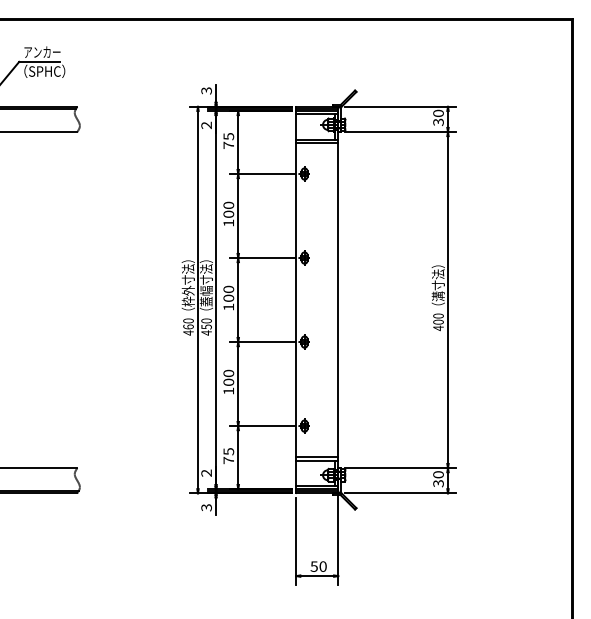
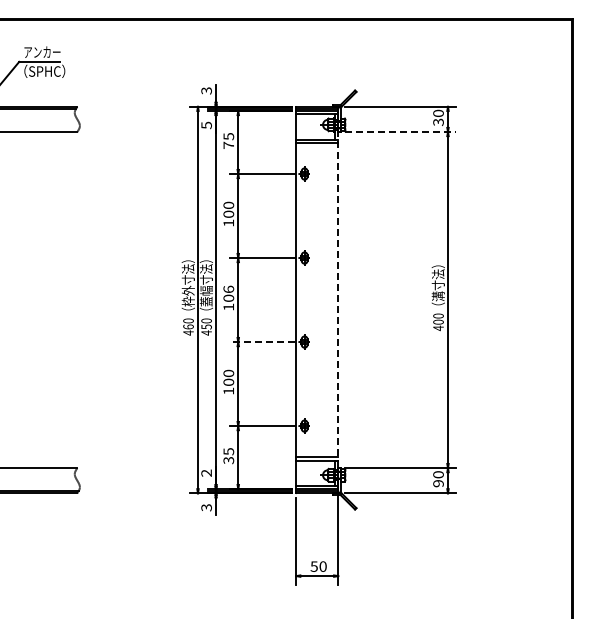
text at (206, 125): 2 -> 5
line at (400, 132): solid -> dashed
text at (228, 288): 100 -> 106
line at (338, 300): solid -> dashed
line at (261, 342): solid -> dashed
text at (228, 460): 75 -> 35
text at (438, 483): 30 -> 90
